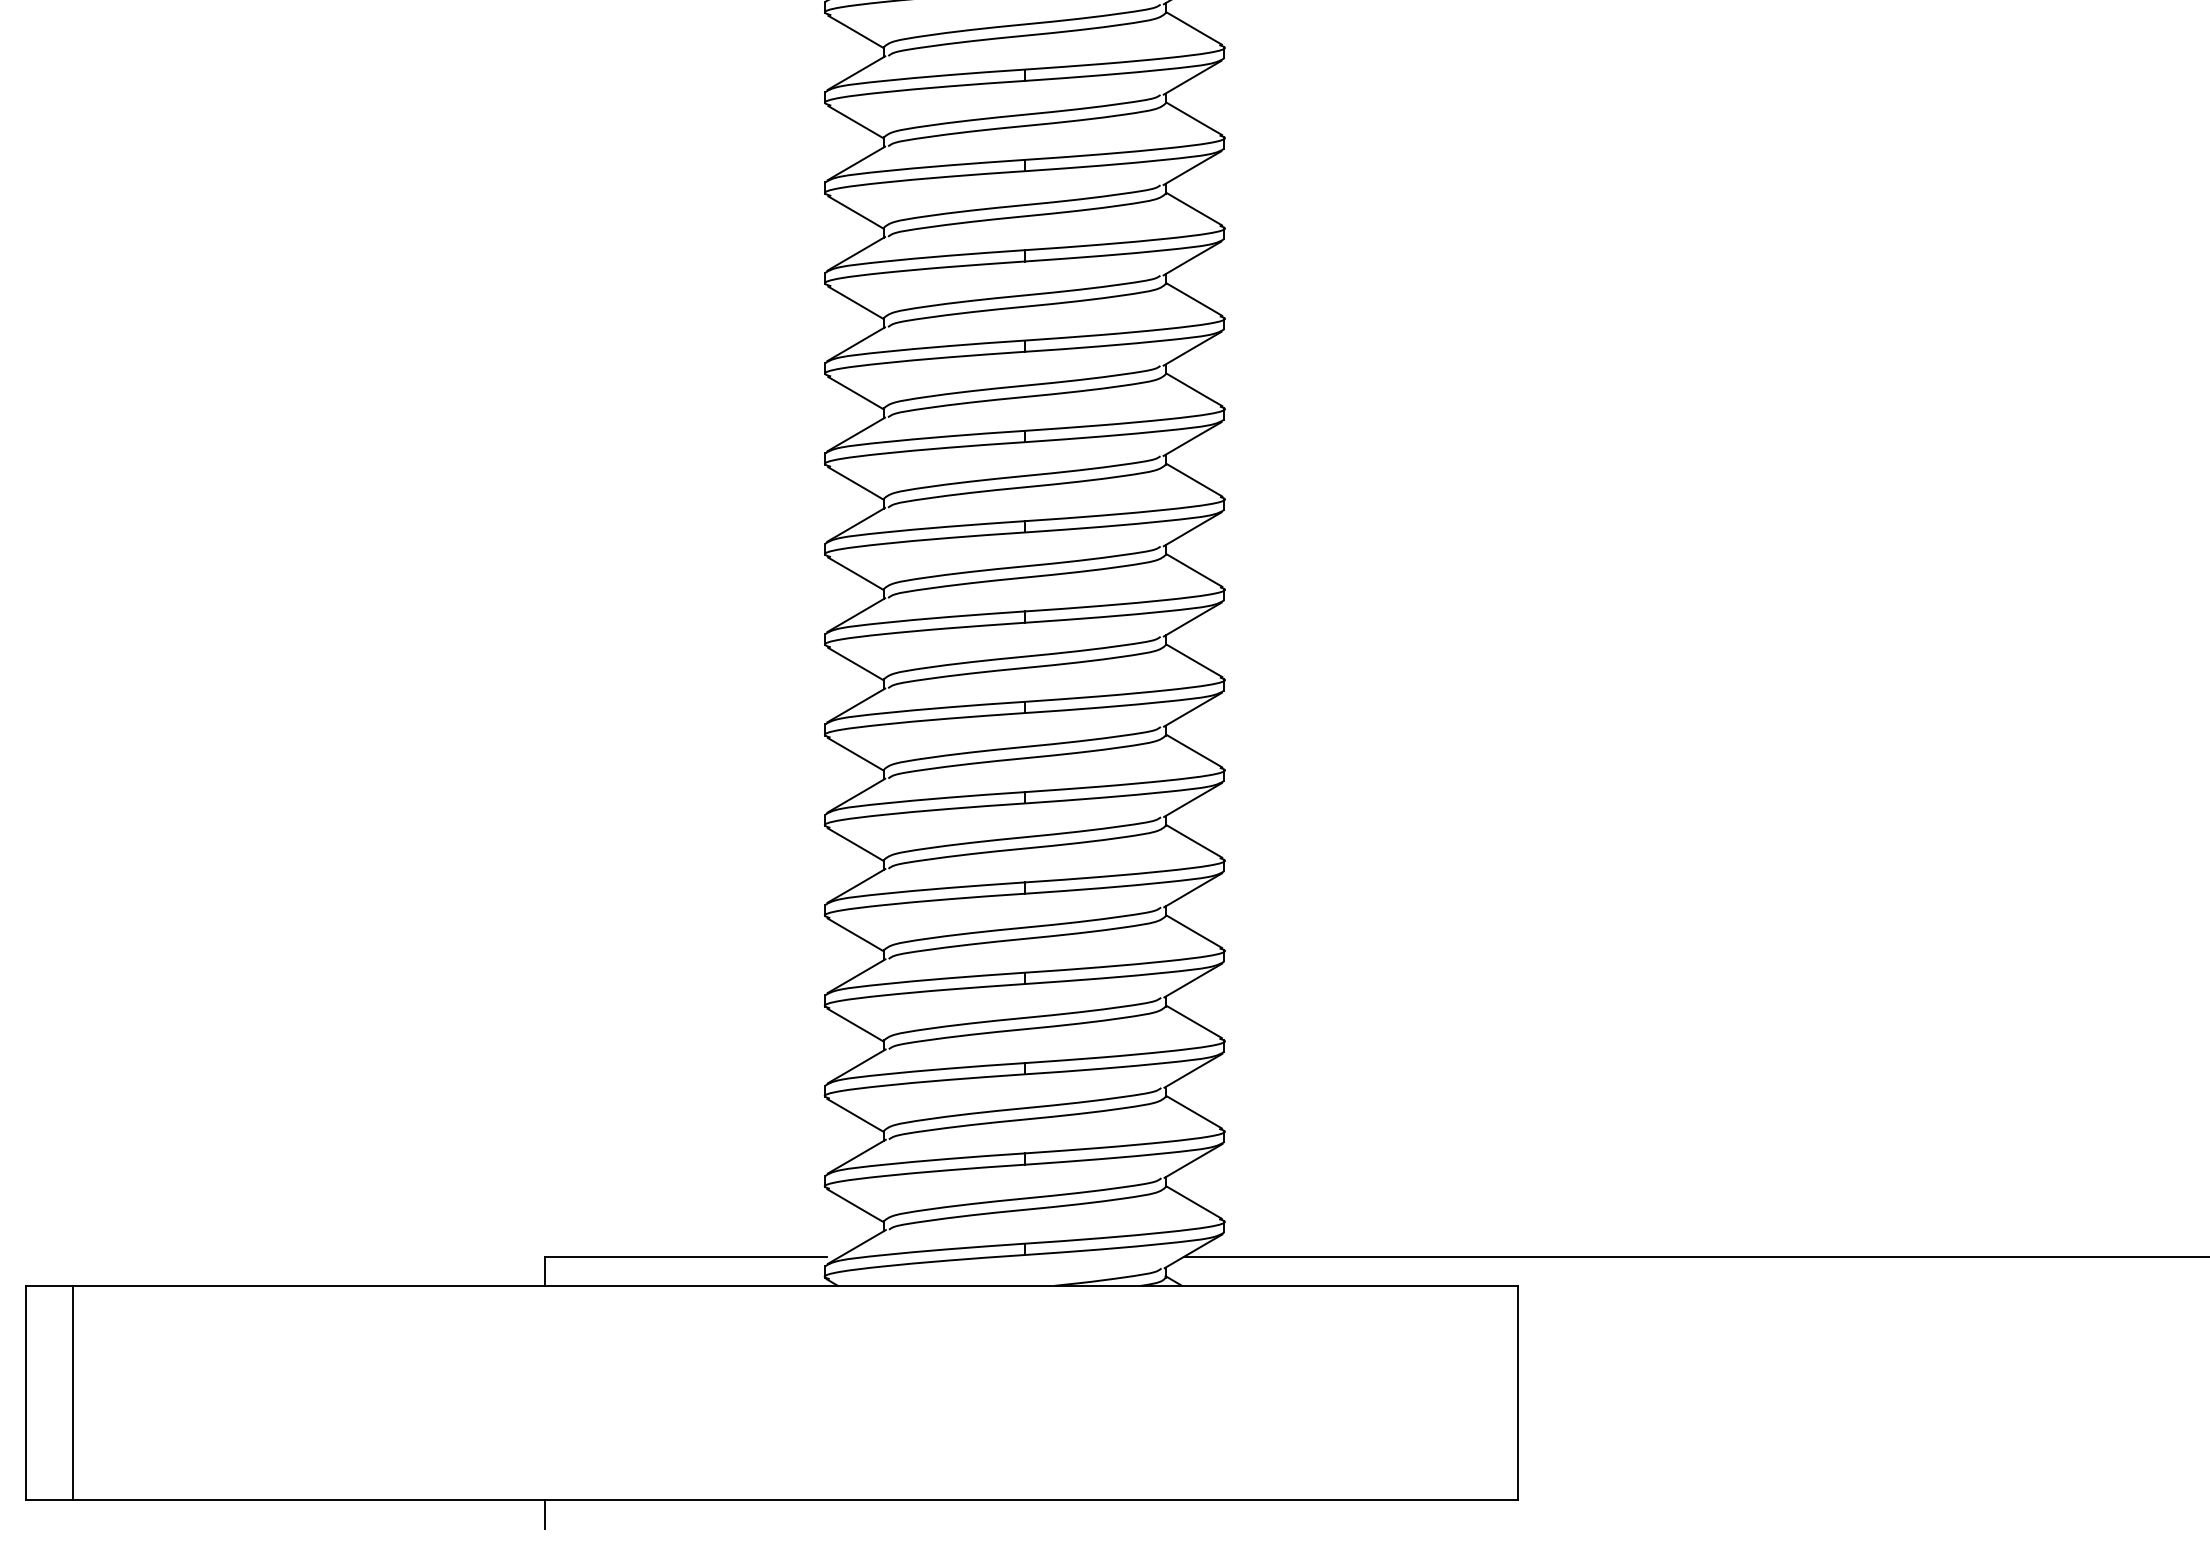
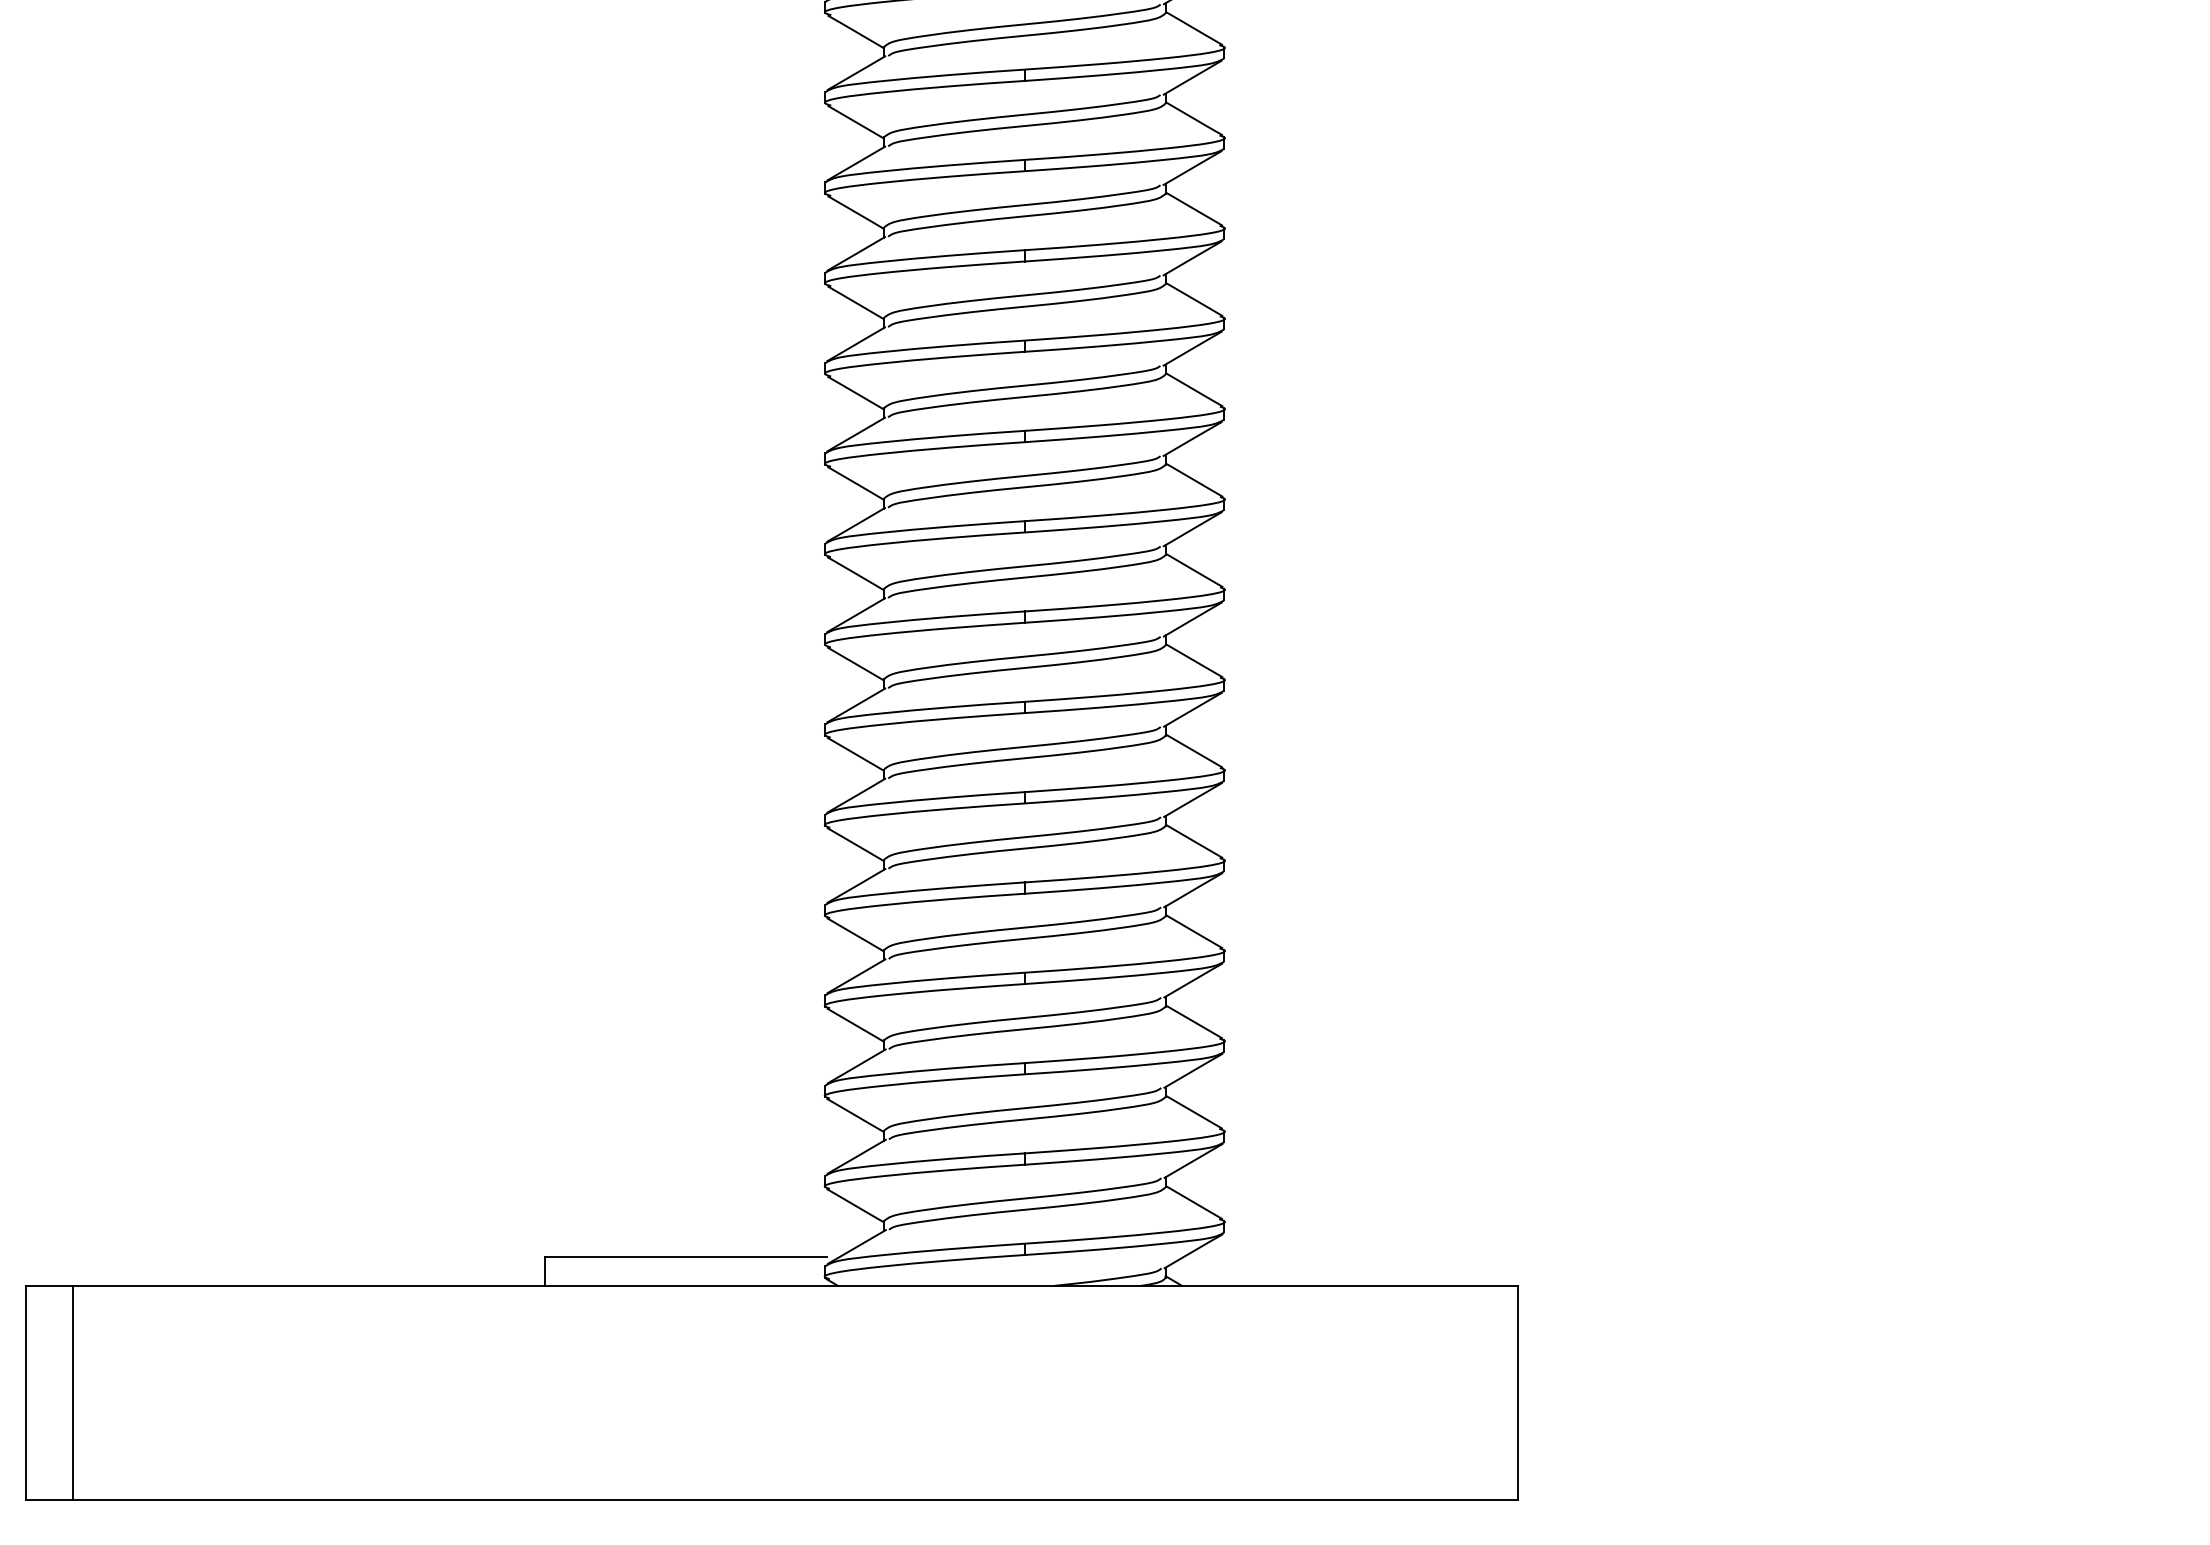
line at (1694, 1256): present -> none
line at (545, 1513): present -> none
